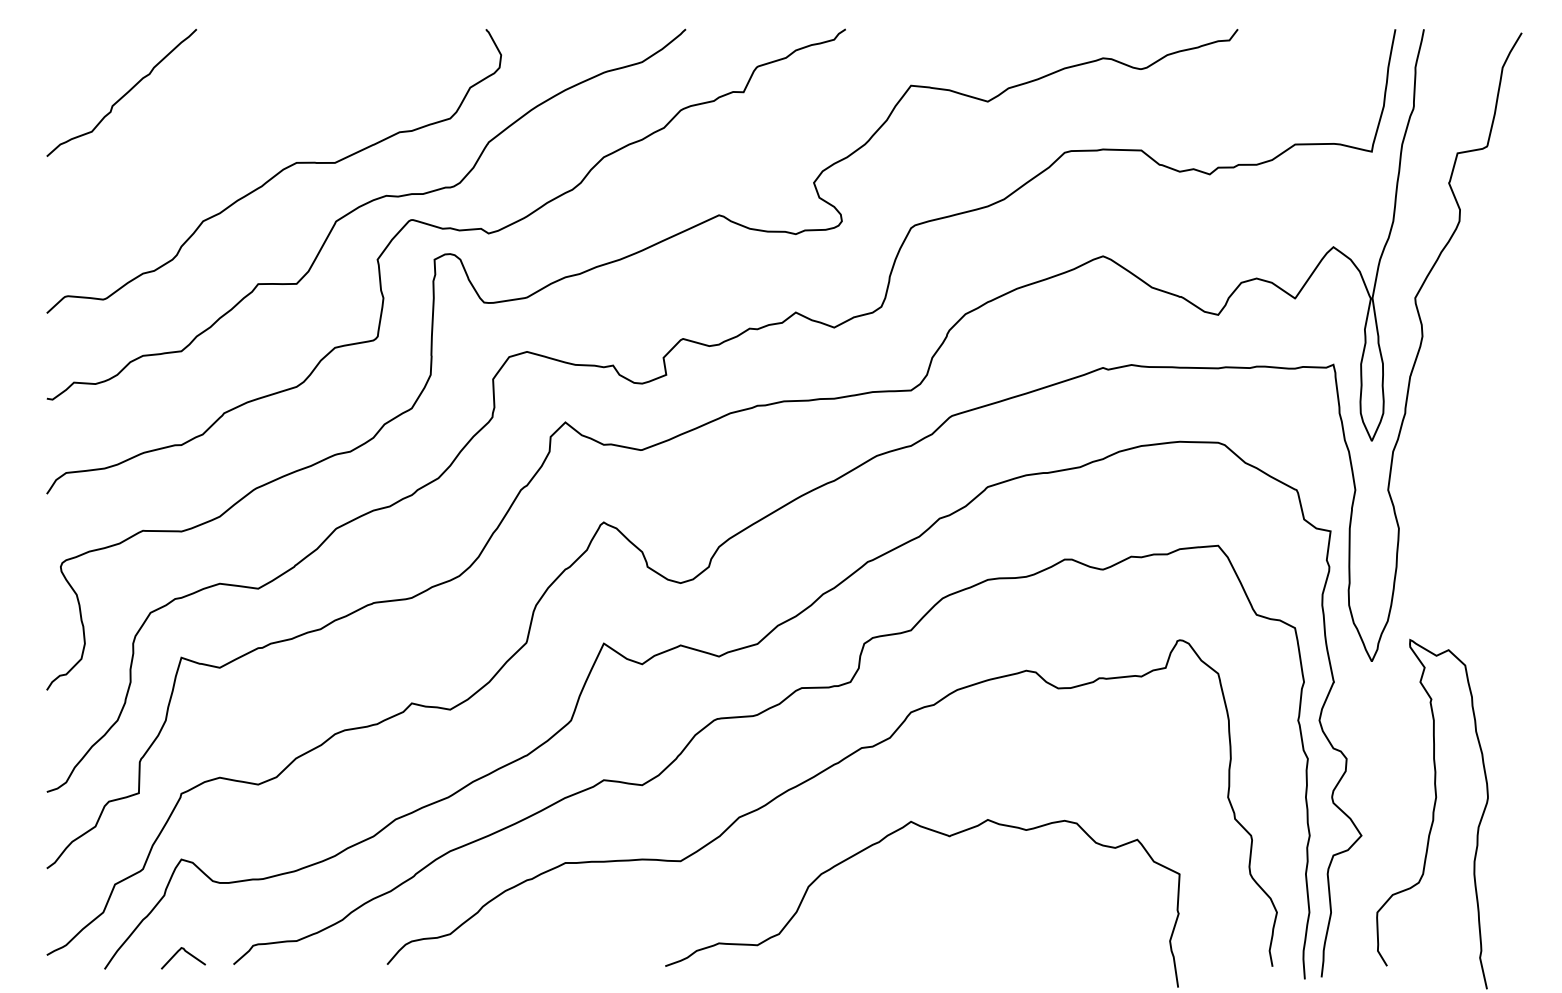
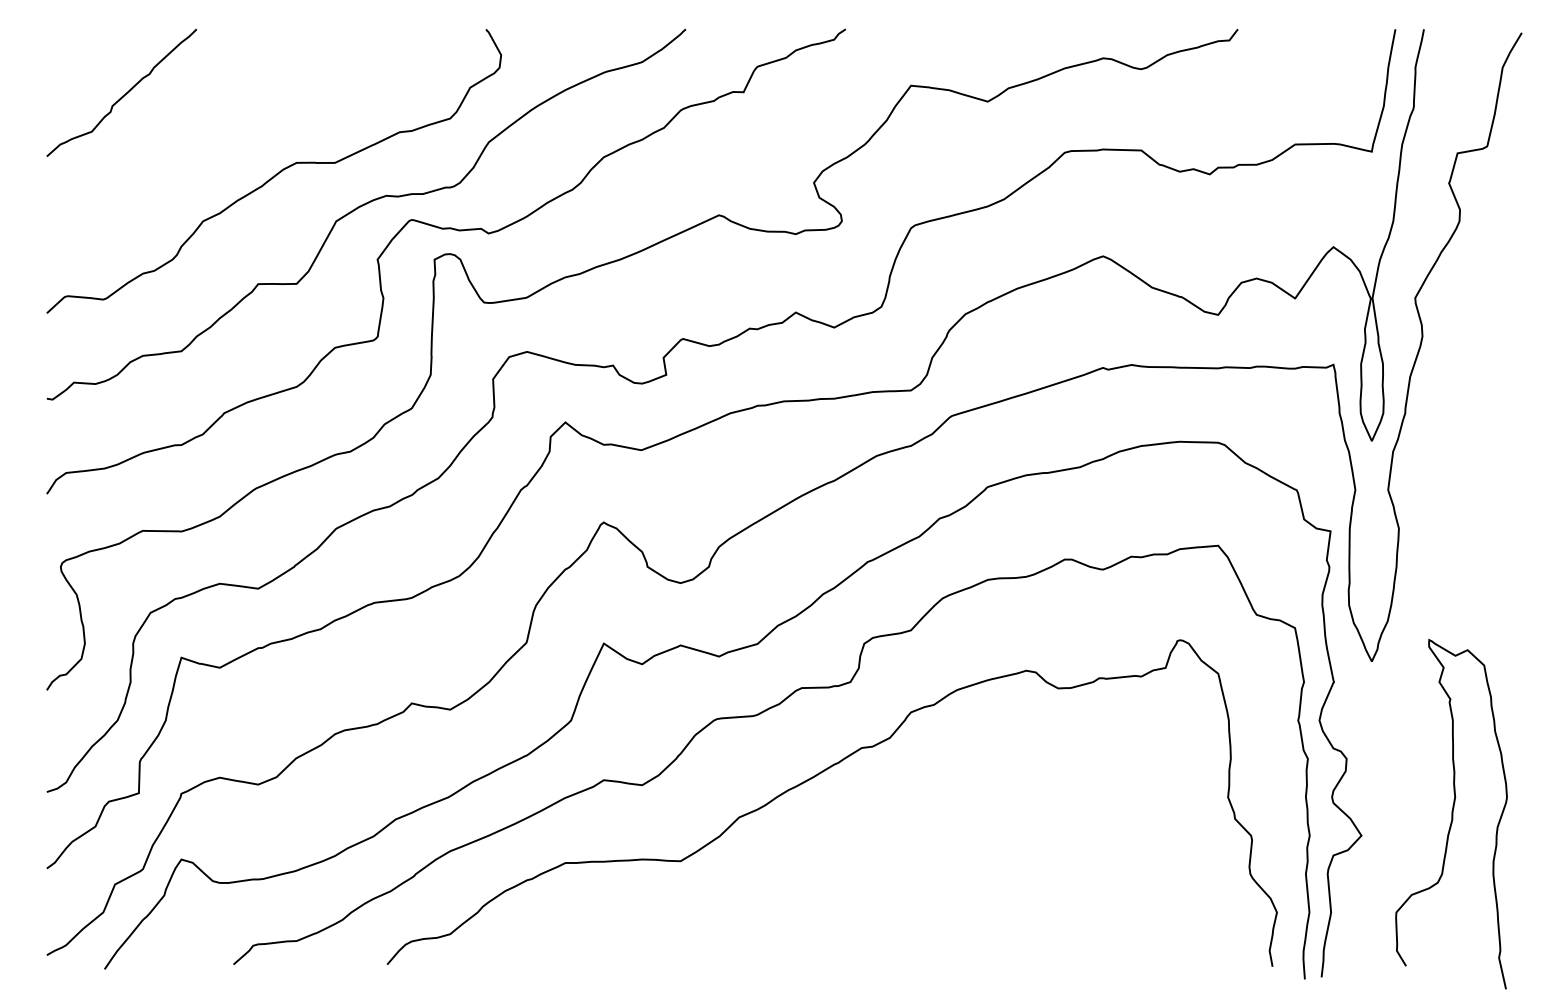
curve at (1432, 813) position: (1432, 813) -> (1451, 813)
curve at (946, 836): present -> none
curve at (185, 952): present -> none
